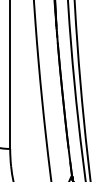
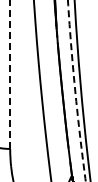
line at (10, 74): solid -> dashed
arc at (75, 91): solid -> dashed
